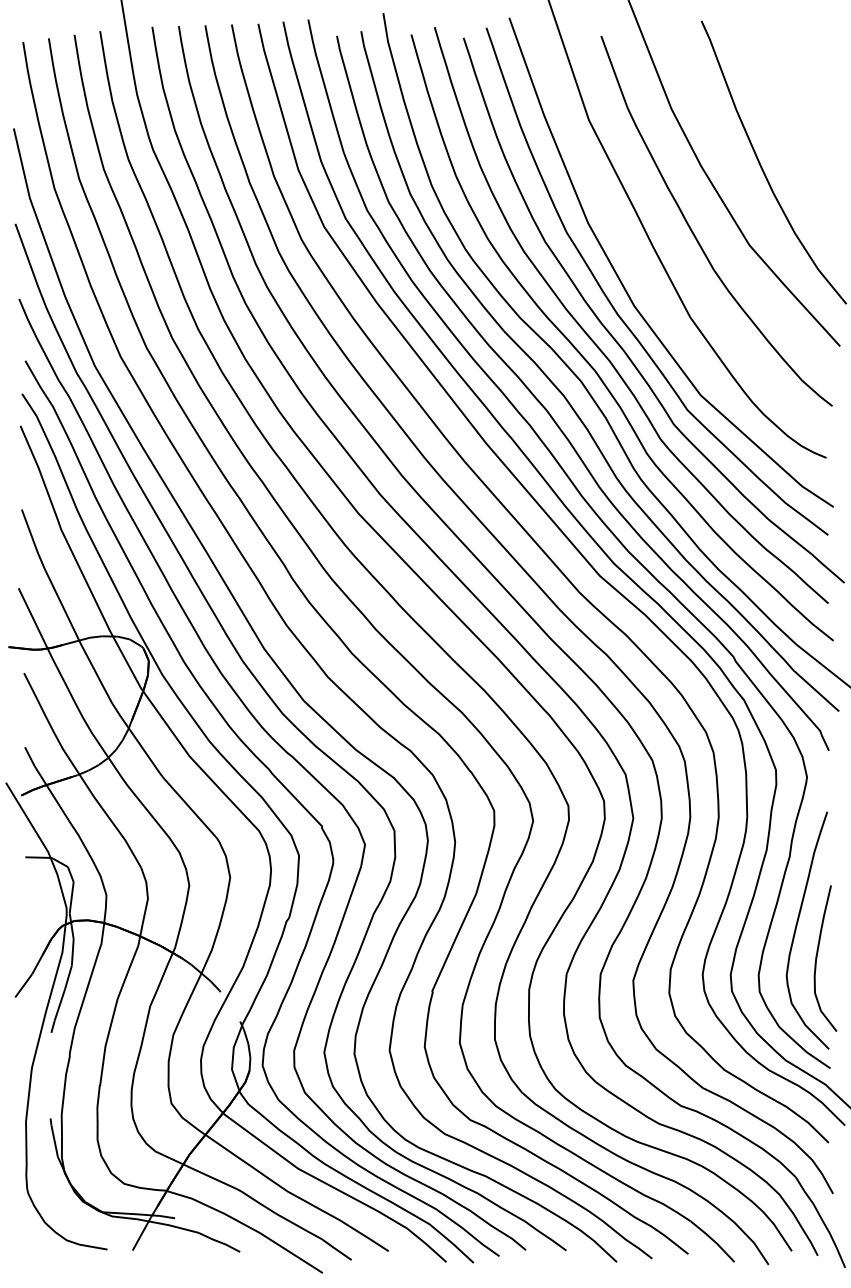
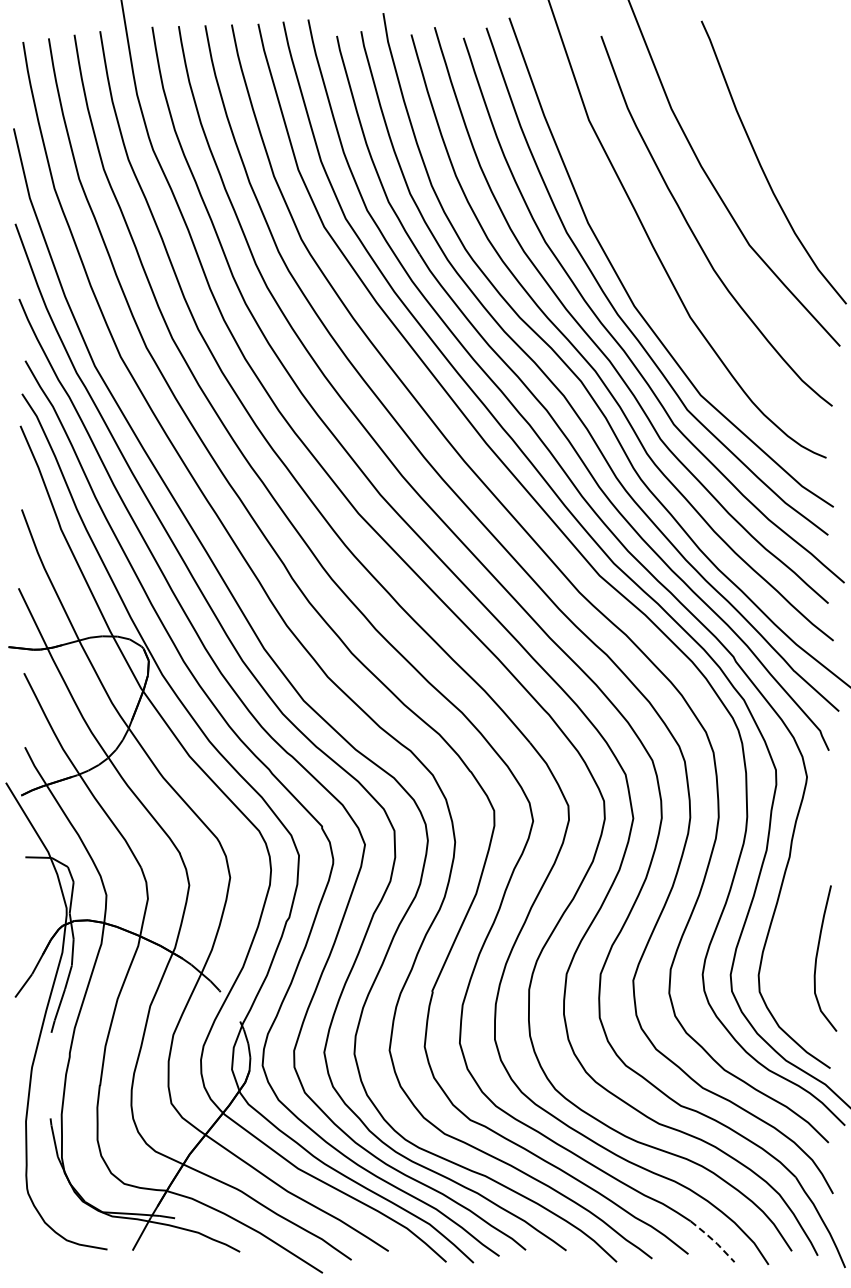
curve at (797, 926): present -> none
line at (713, 1240): solid -> dashed
